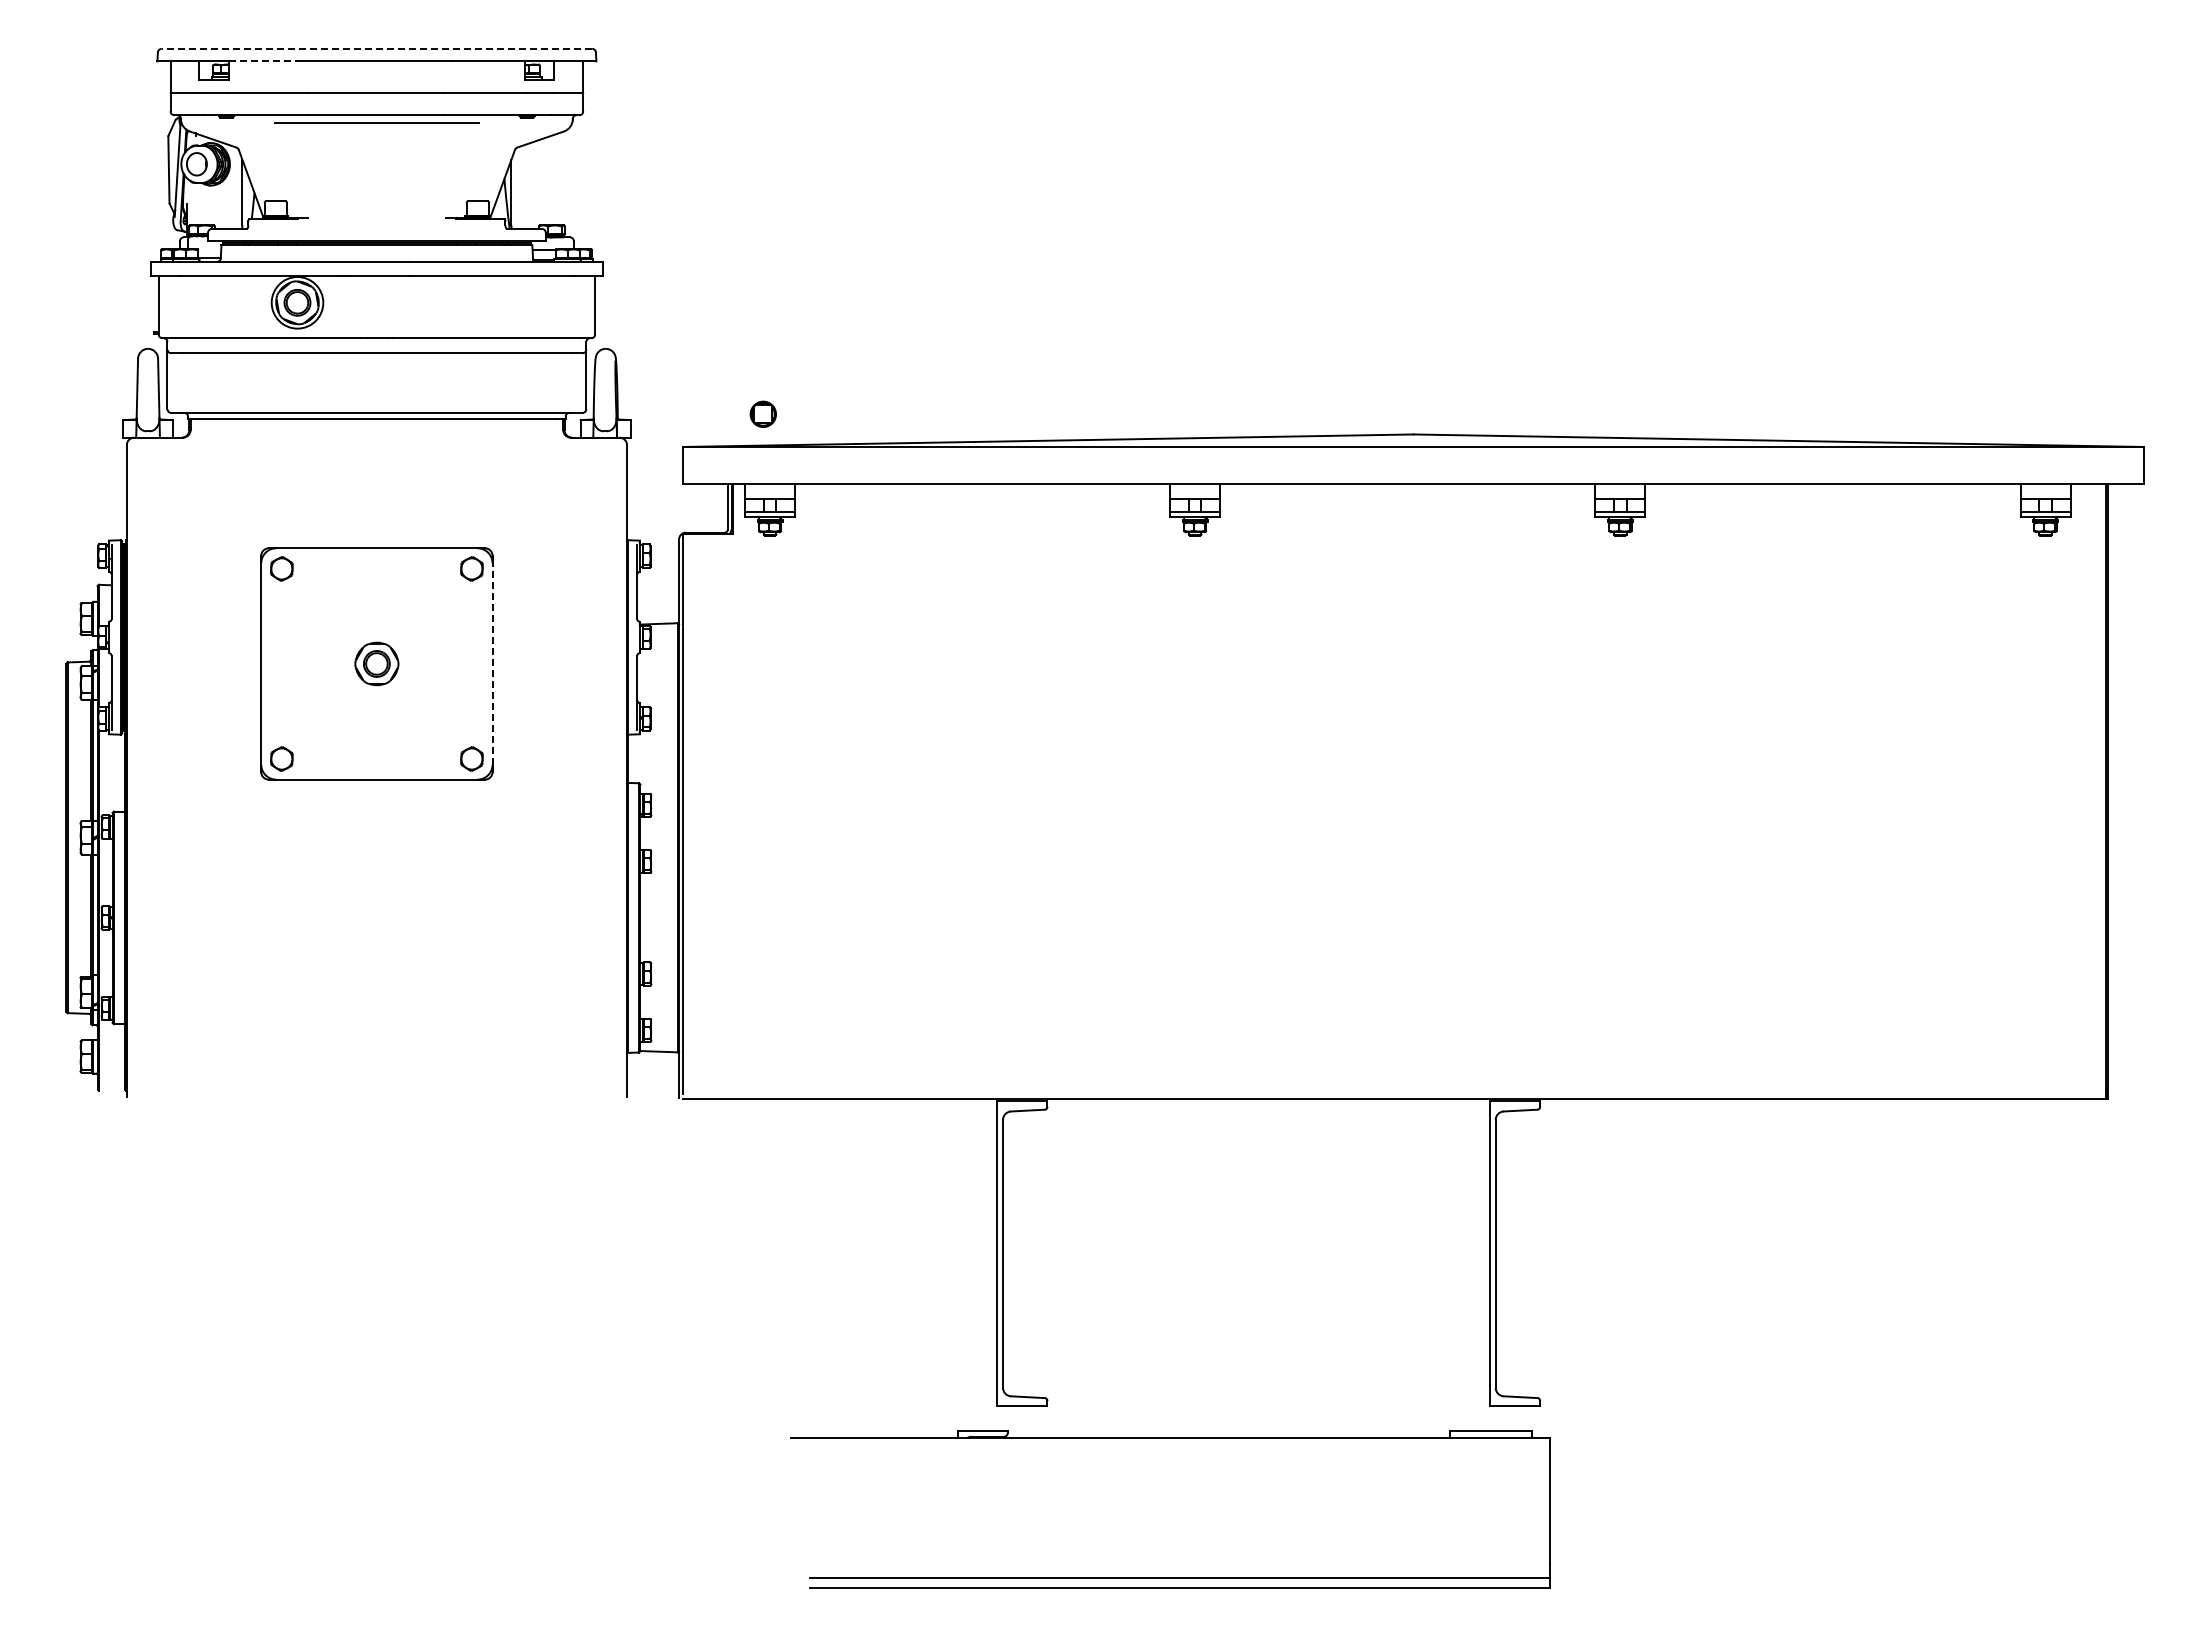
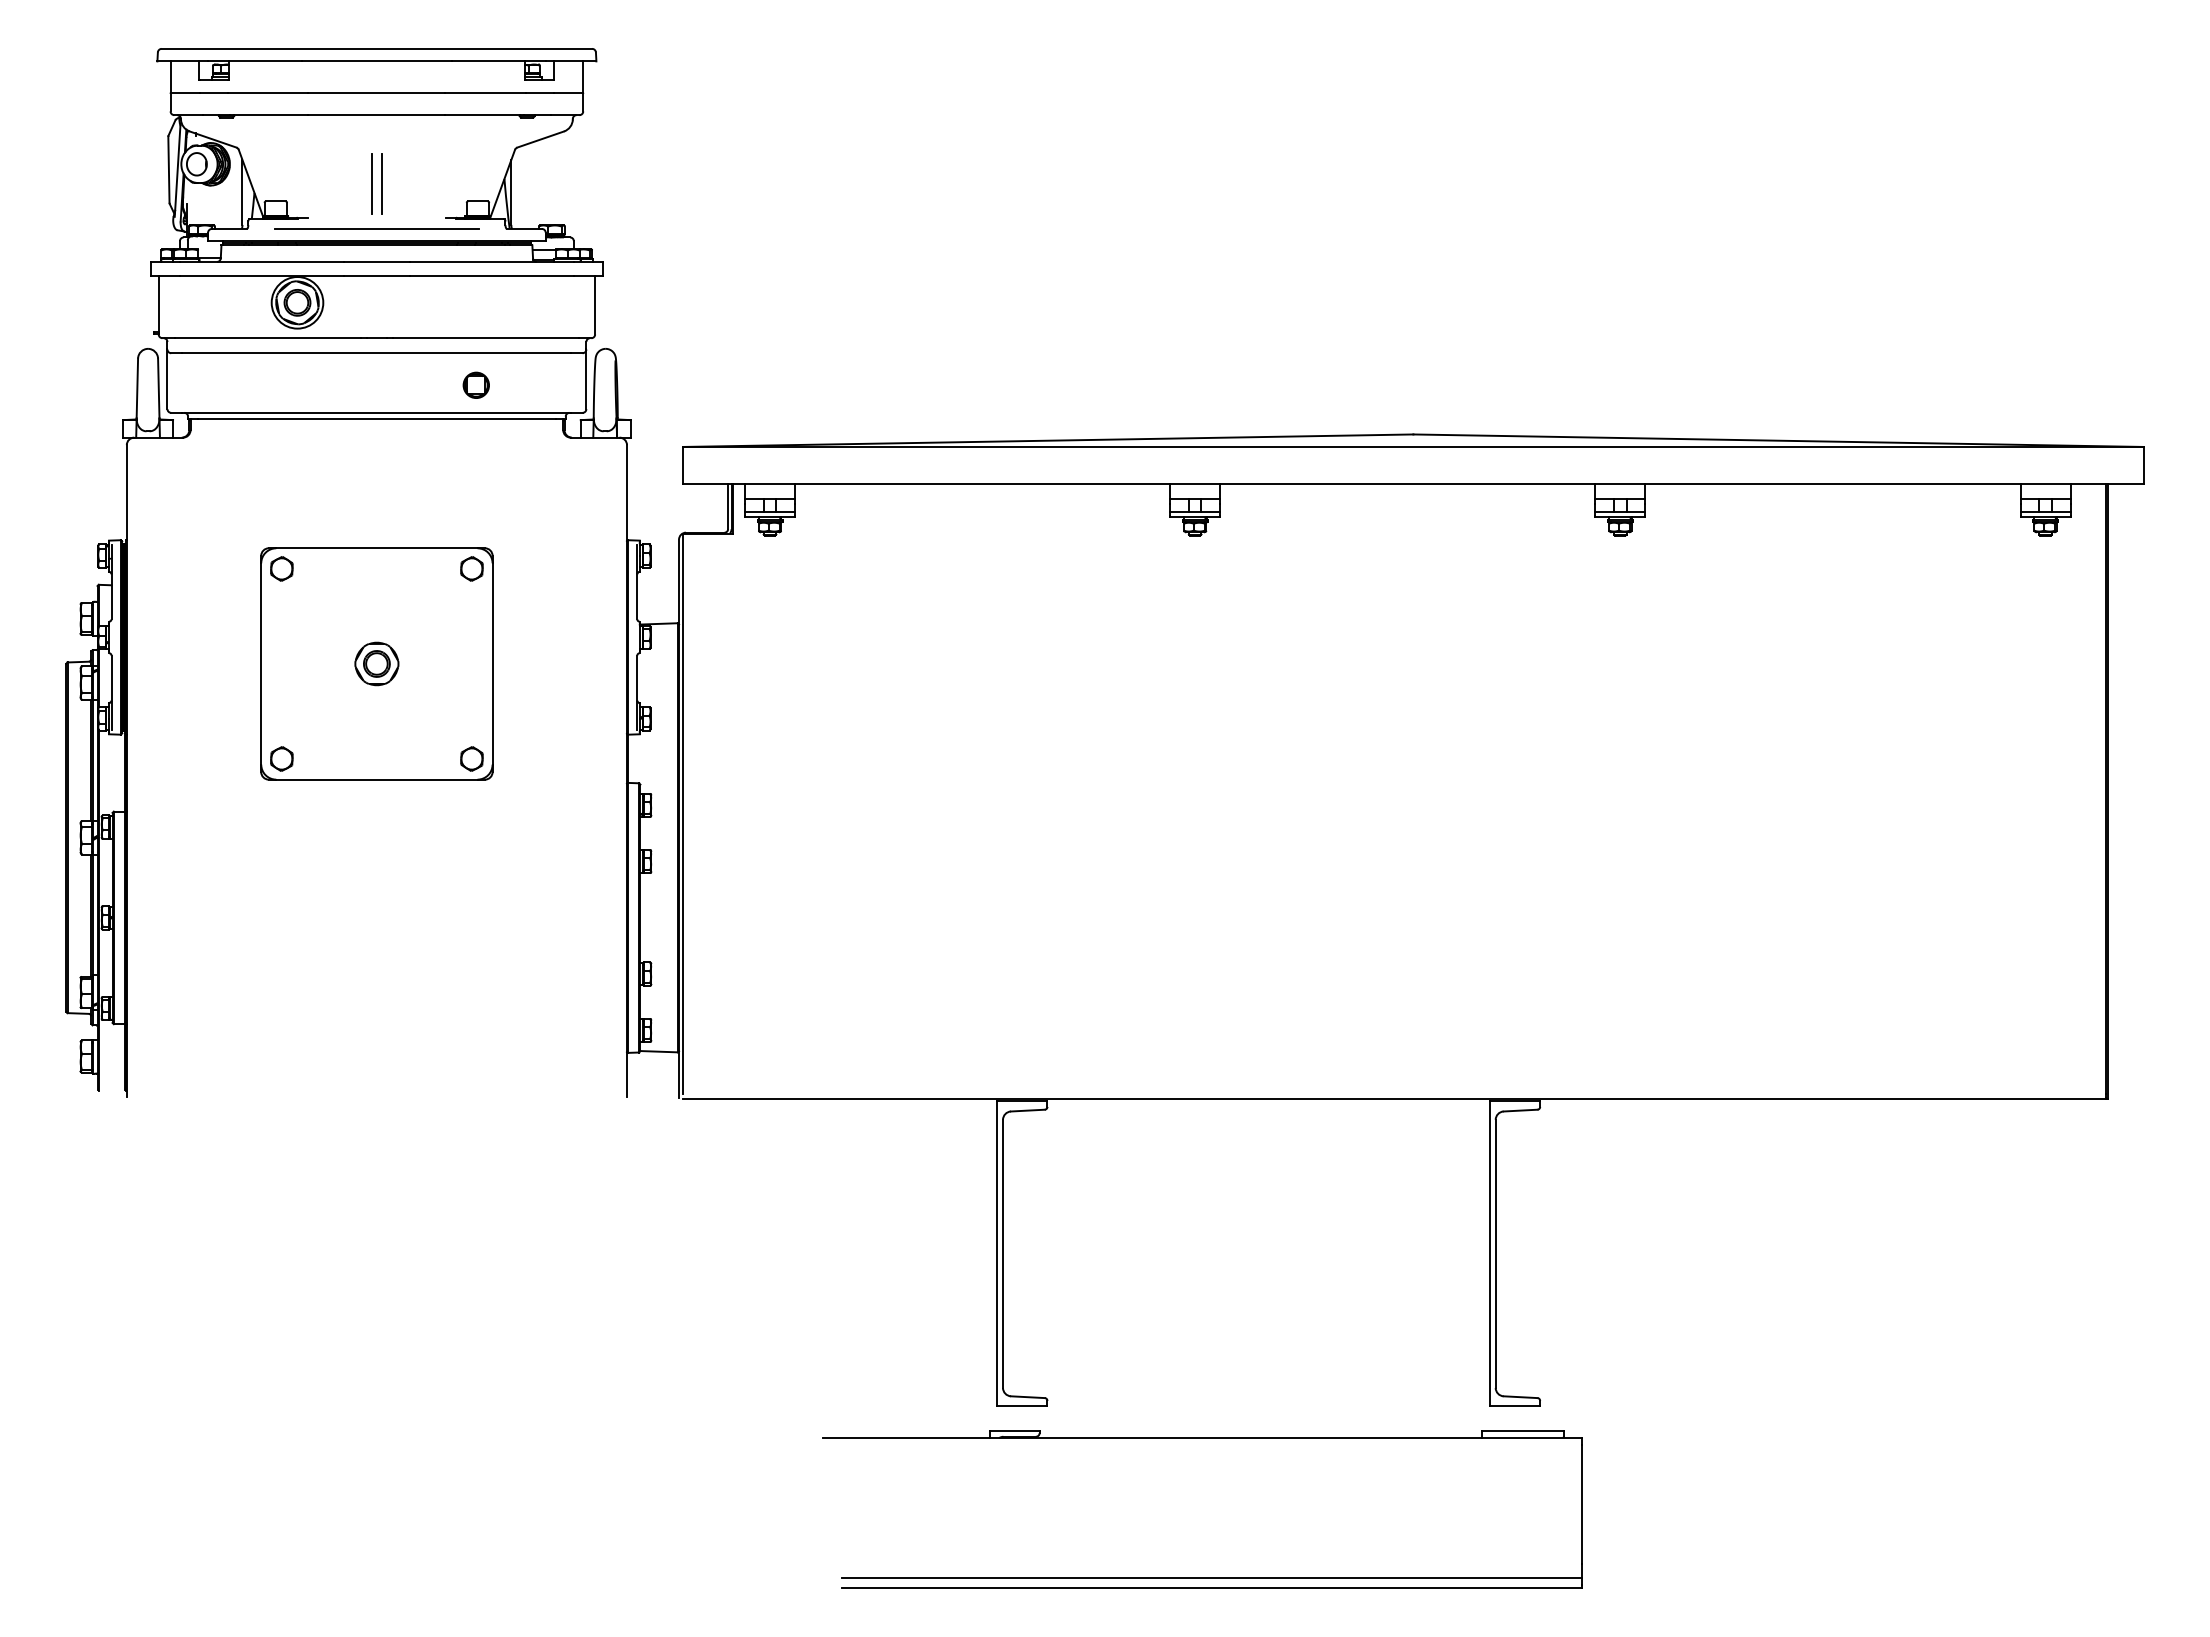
line at (376, 48): dashed -> solid
line at (265, 61): dashed -> solid
line at (376, 122) position: (376, 122) -> (376, 228)
line at (381, 183): none -> present
line at (372, 184): none -> present
part at (762, 413) position: (762, 413) -> (475, 384)
line at (492, 663): dashed -> solid
part at (1170, 1577) position: (1170, 1577) -> (1202, 1577)
